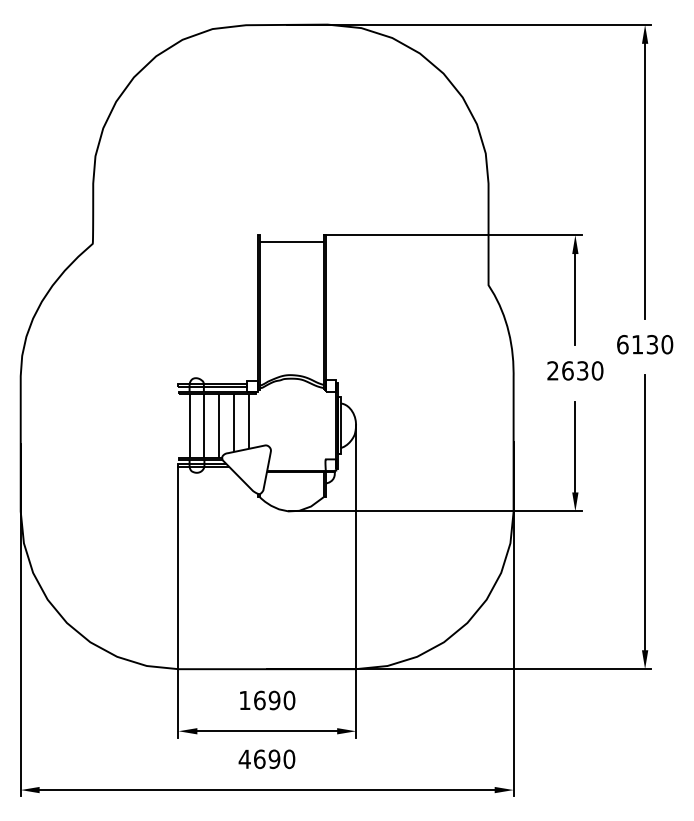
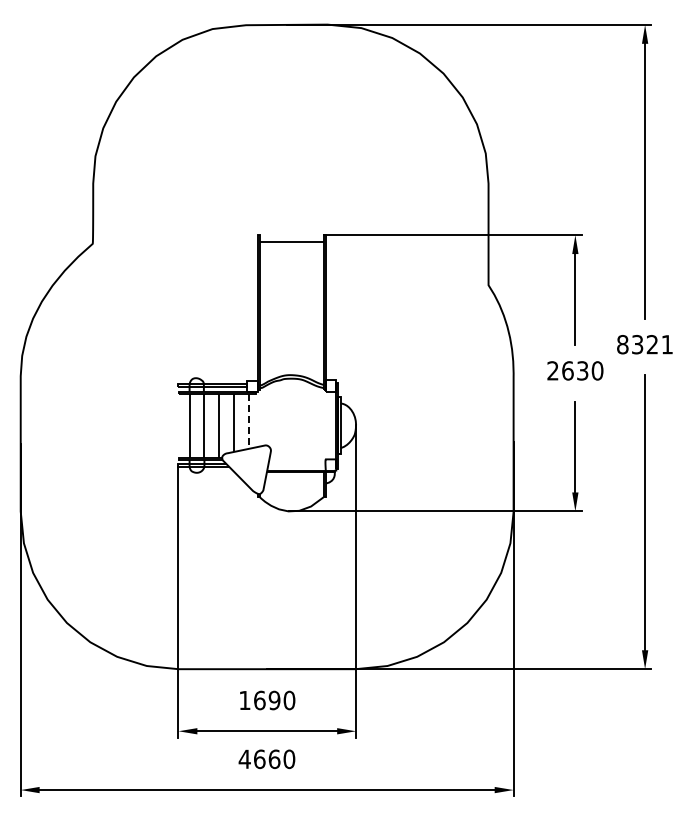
text at (645, 344): 6130 -> 8321
line at (248, 422): solid -> dashed
text at (274, 759): 4690 -> 4660
